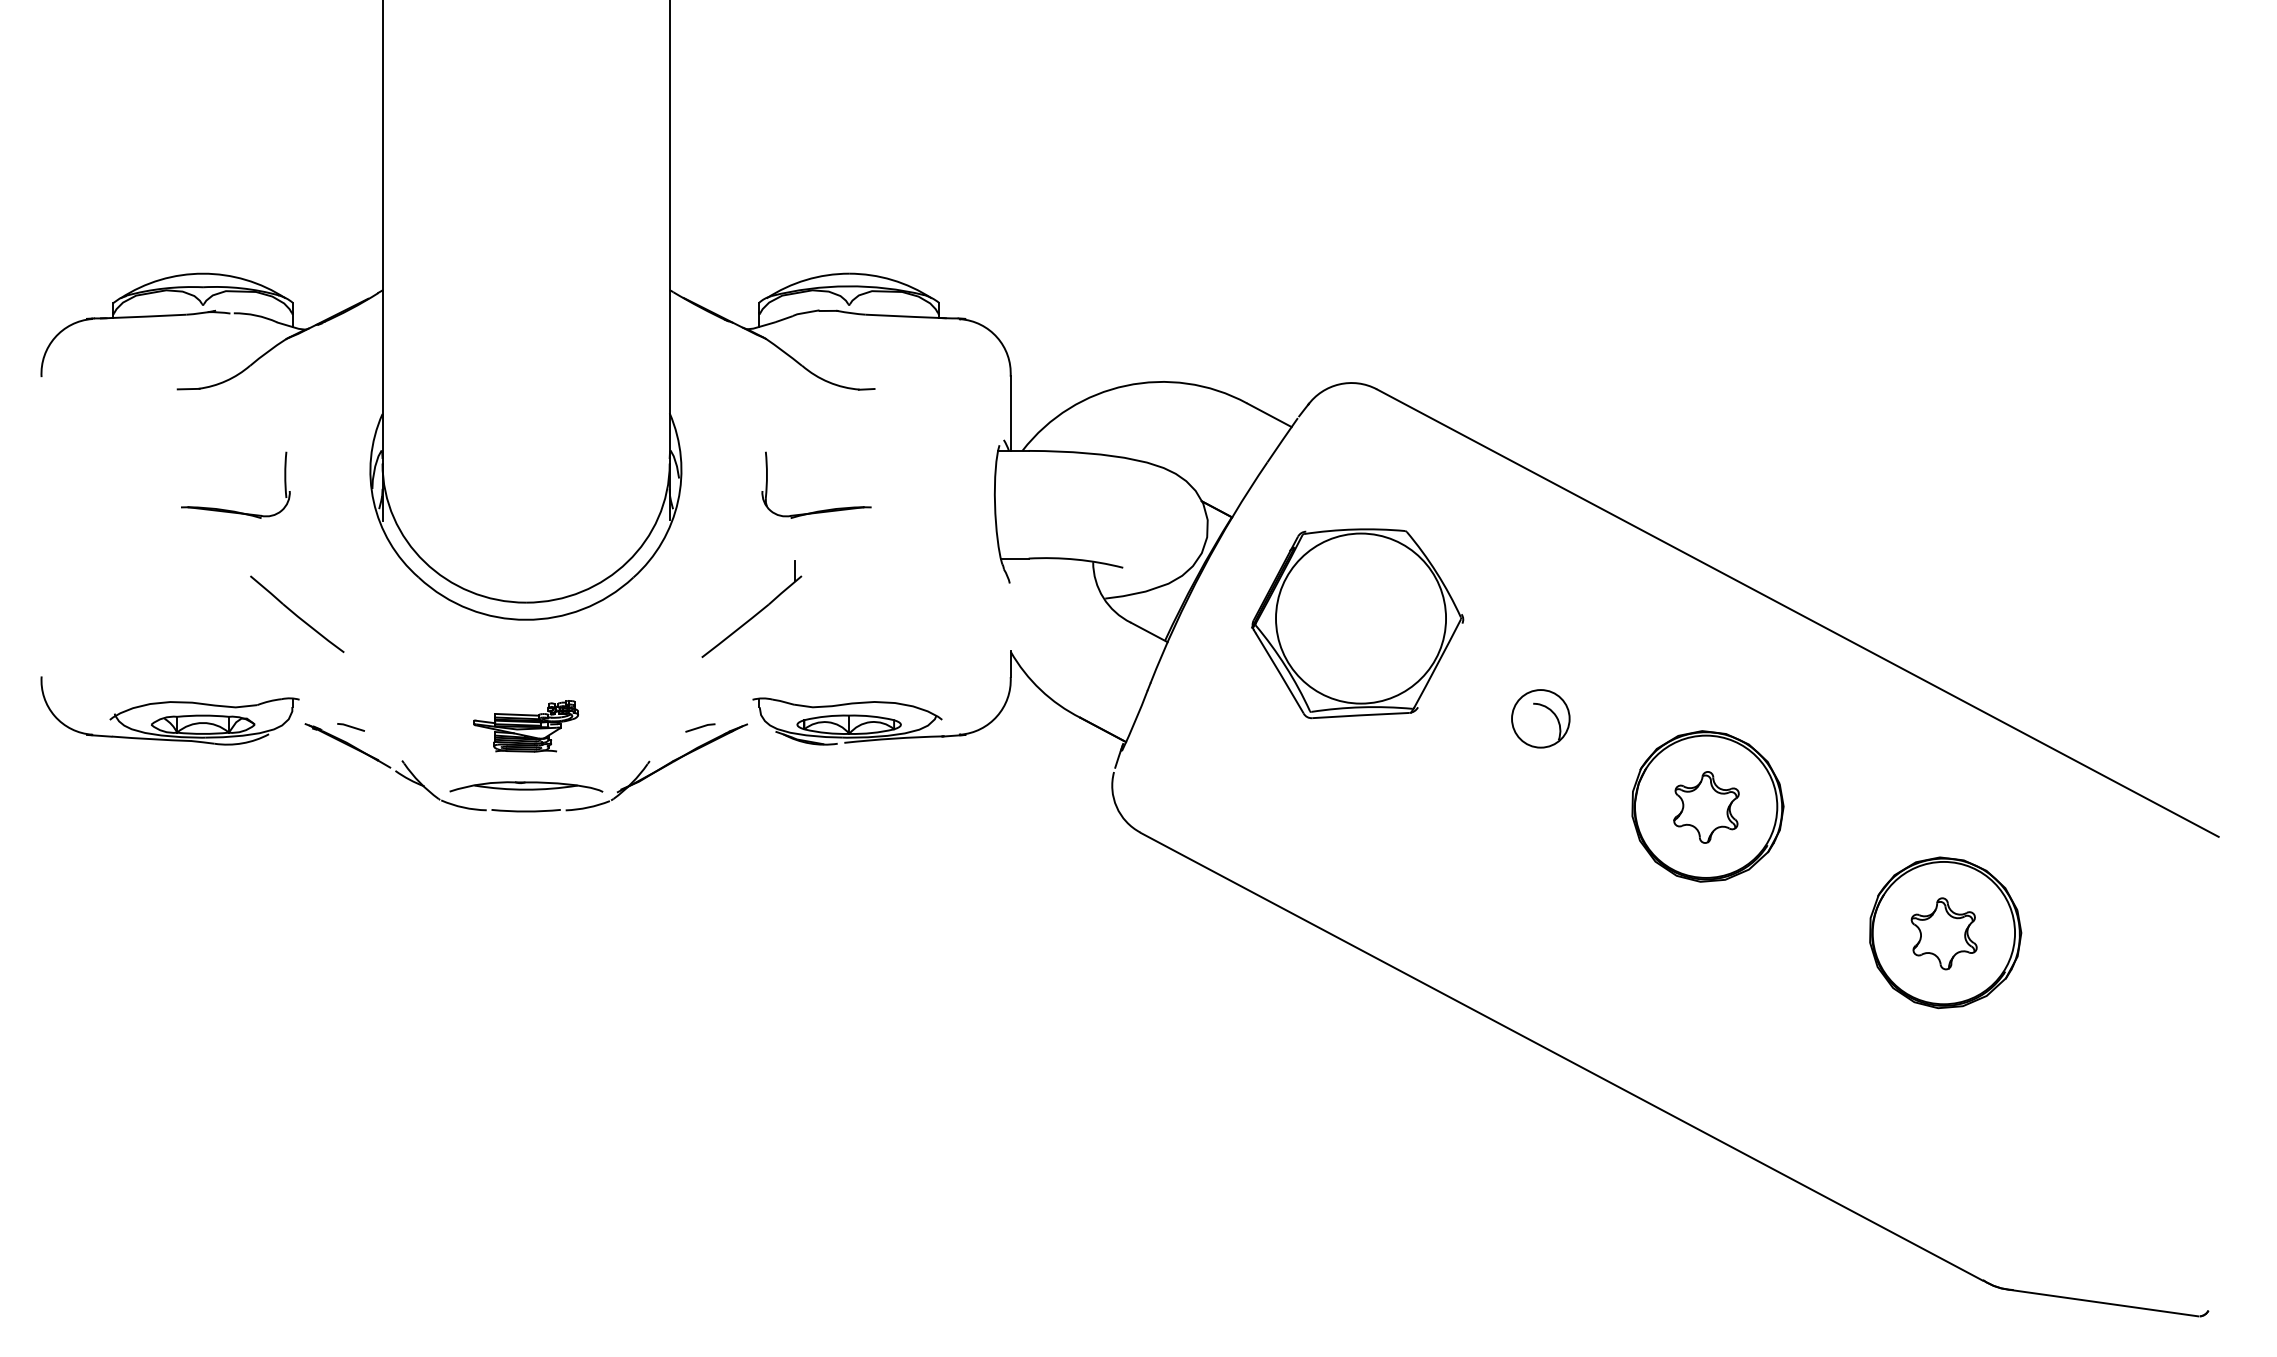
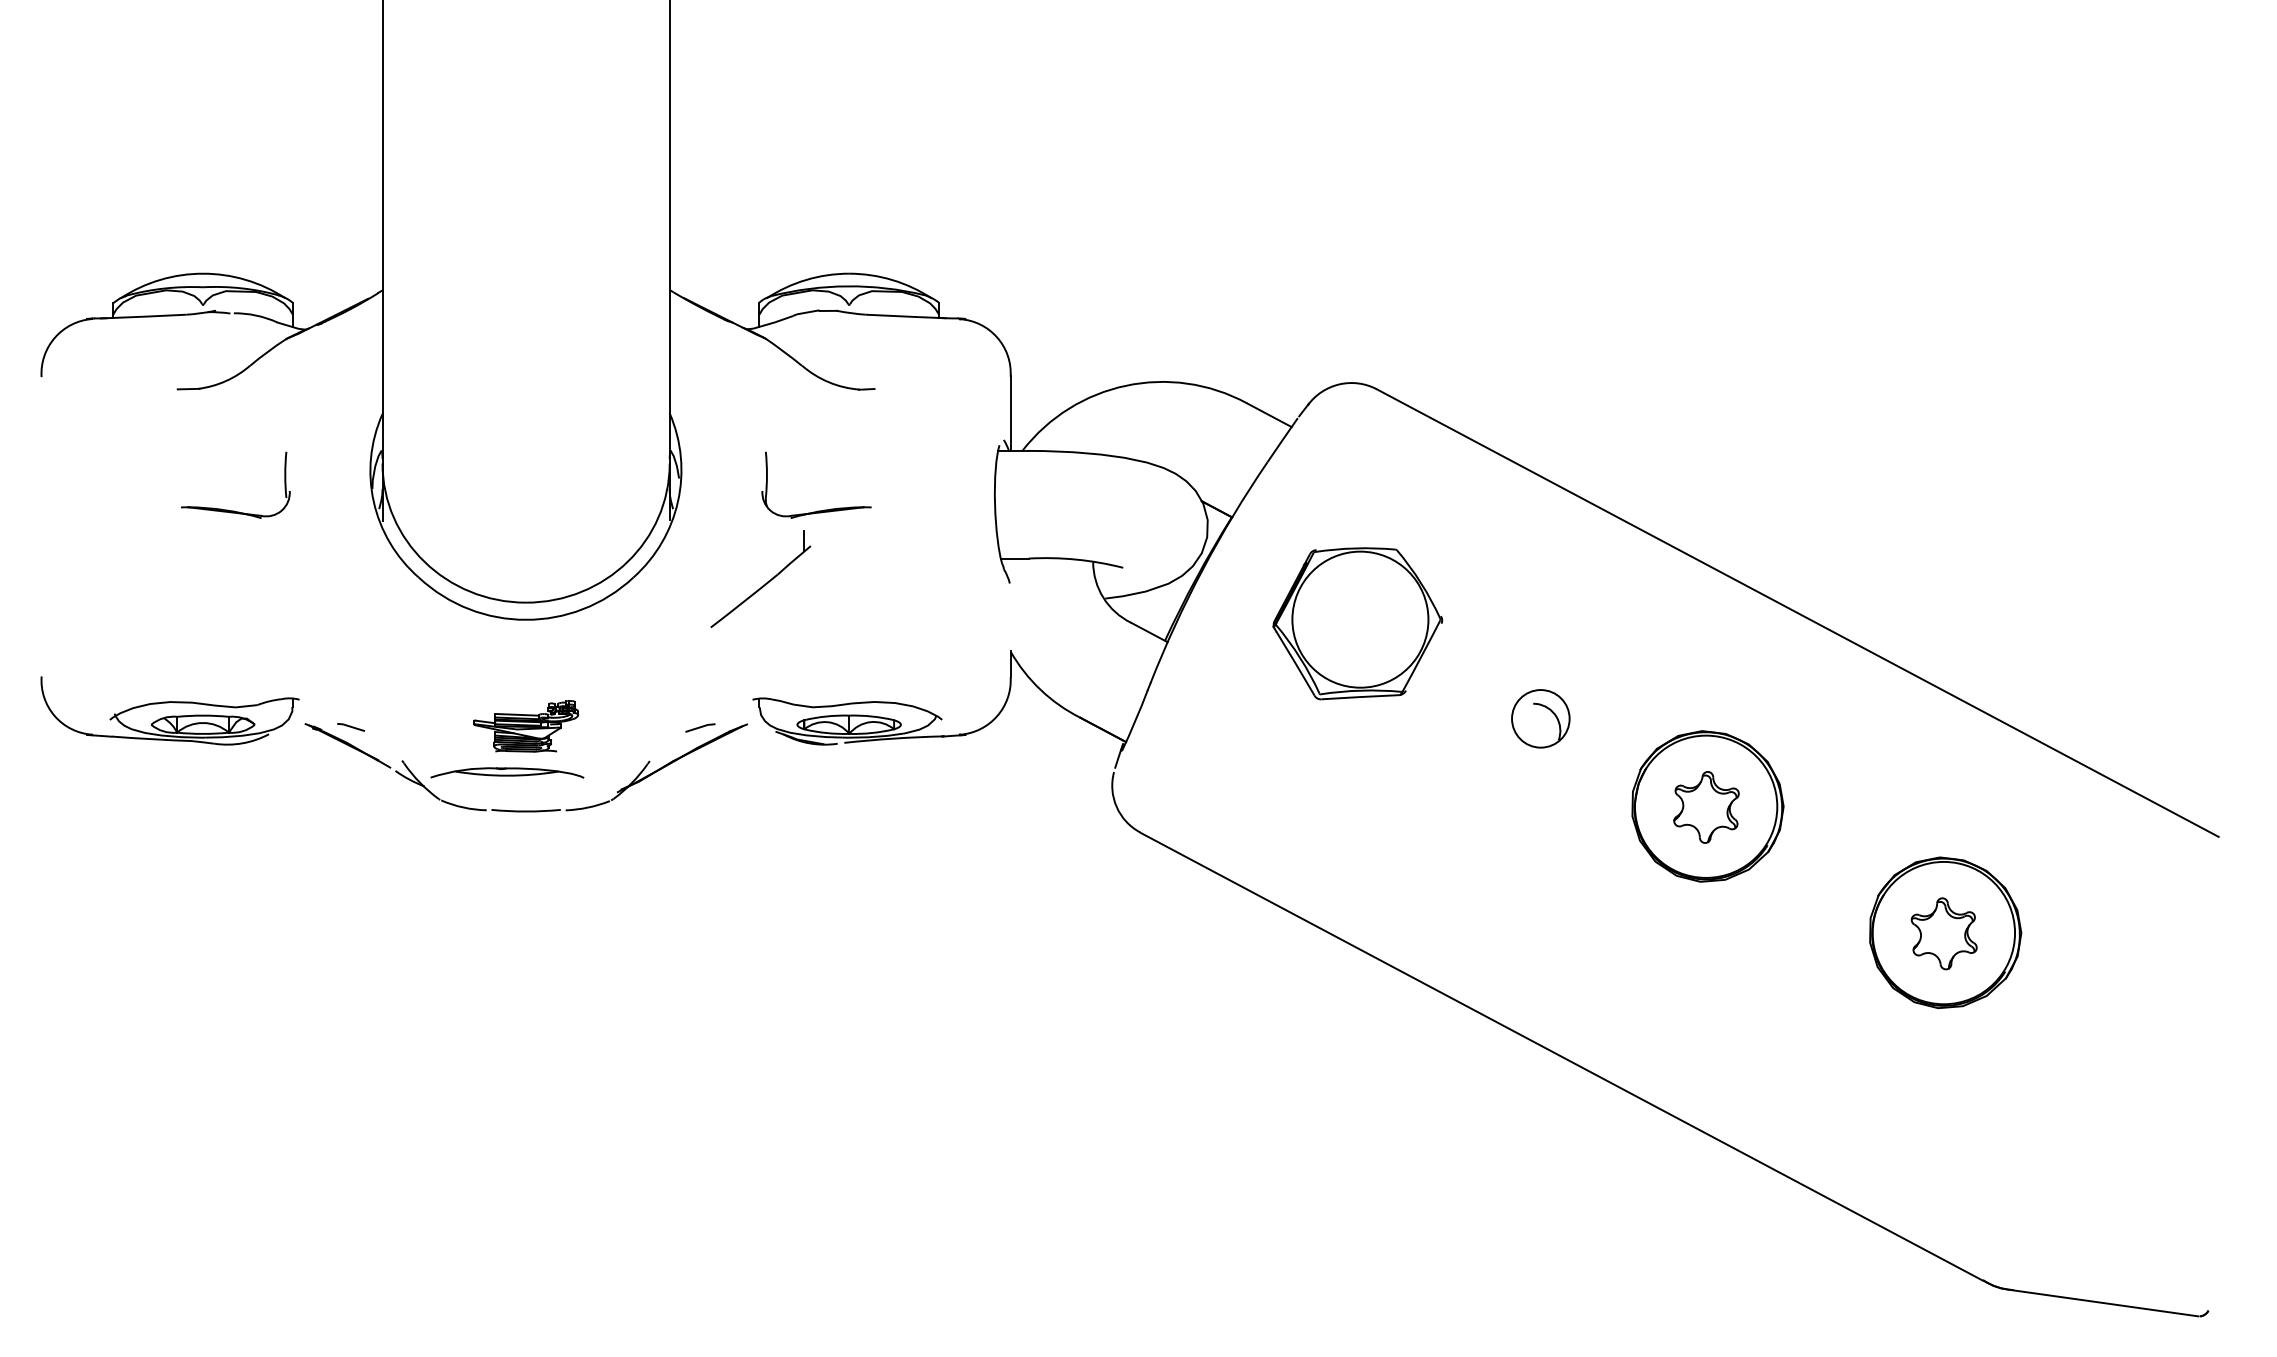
part at (297, 613): present -> none
part at (754, 614) position: (754, 614) -> (763, 584)
part at (1357, 623) size: 214x192 px -> 172x154 px
part at (526, 786) position: (526, 786) -> (507, 772)
